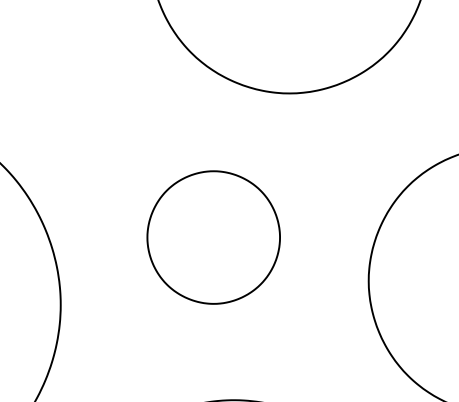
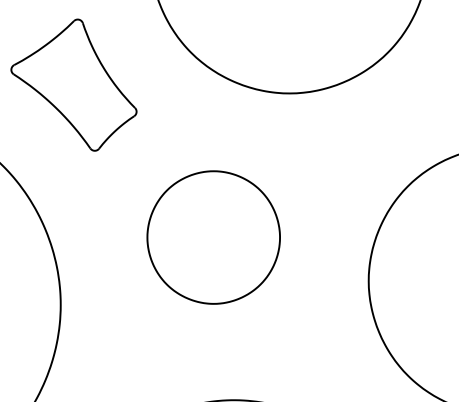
part at (73, 84): none -> present
